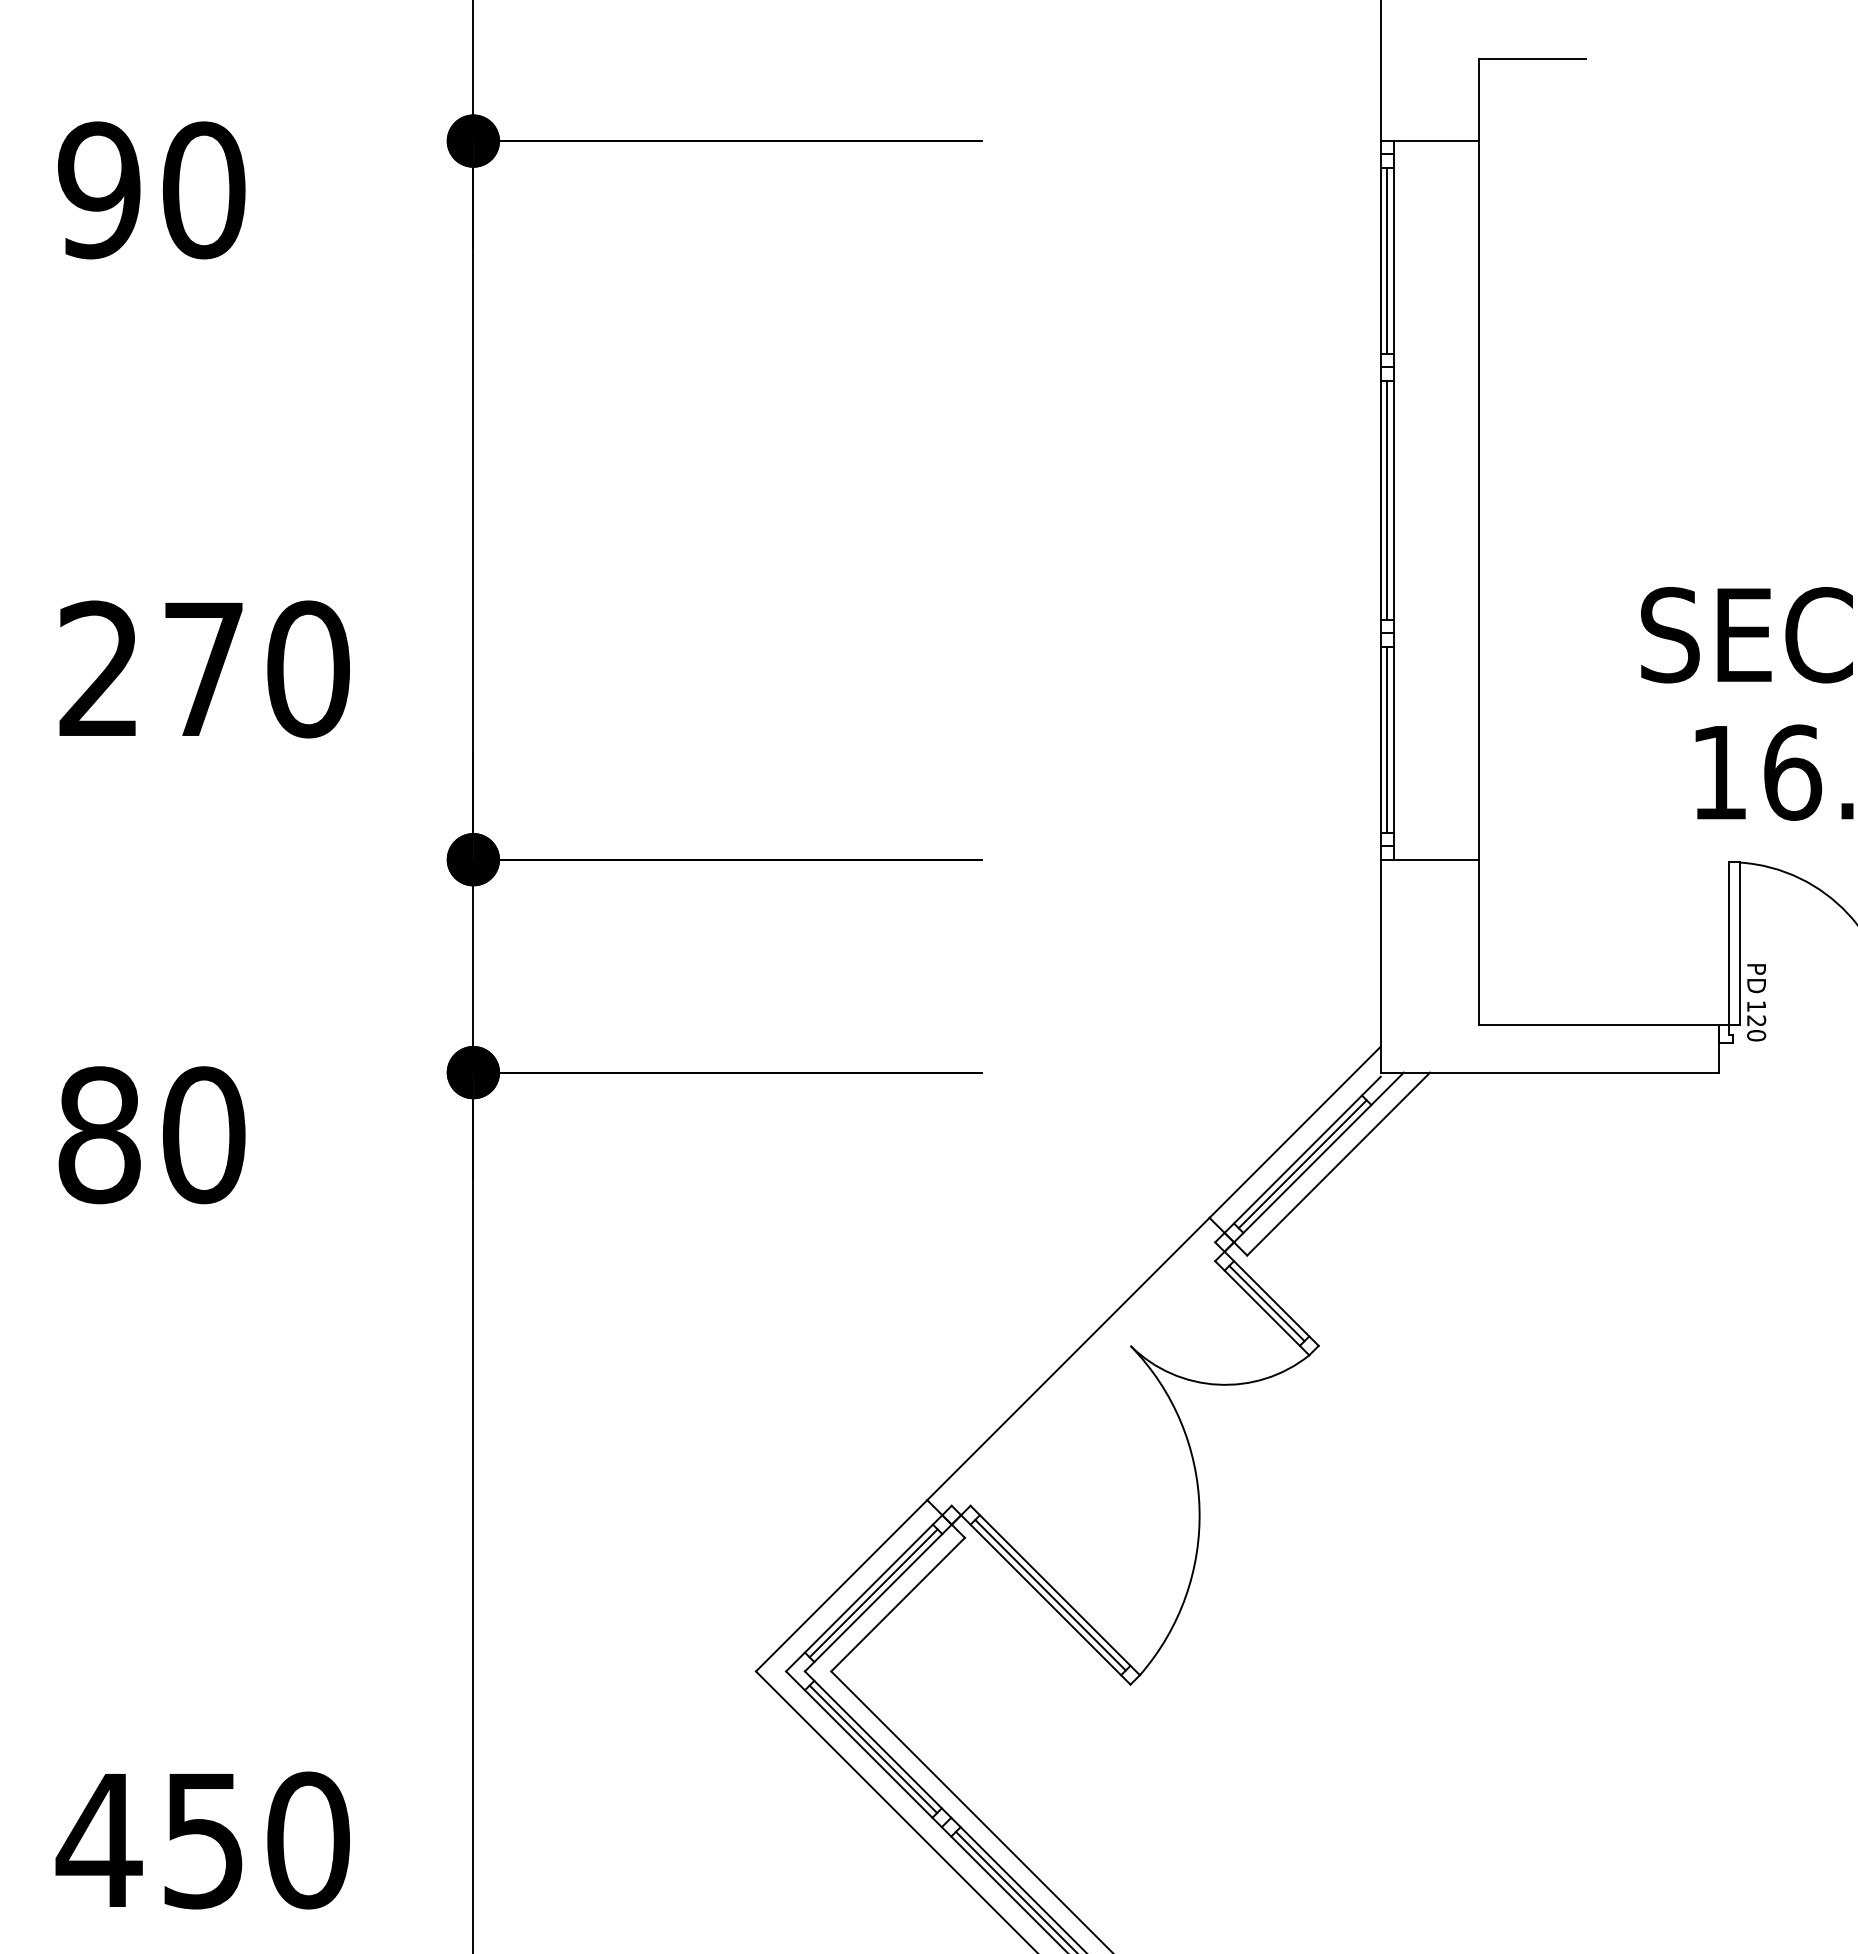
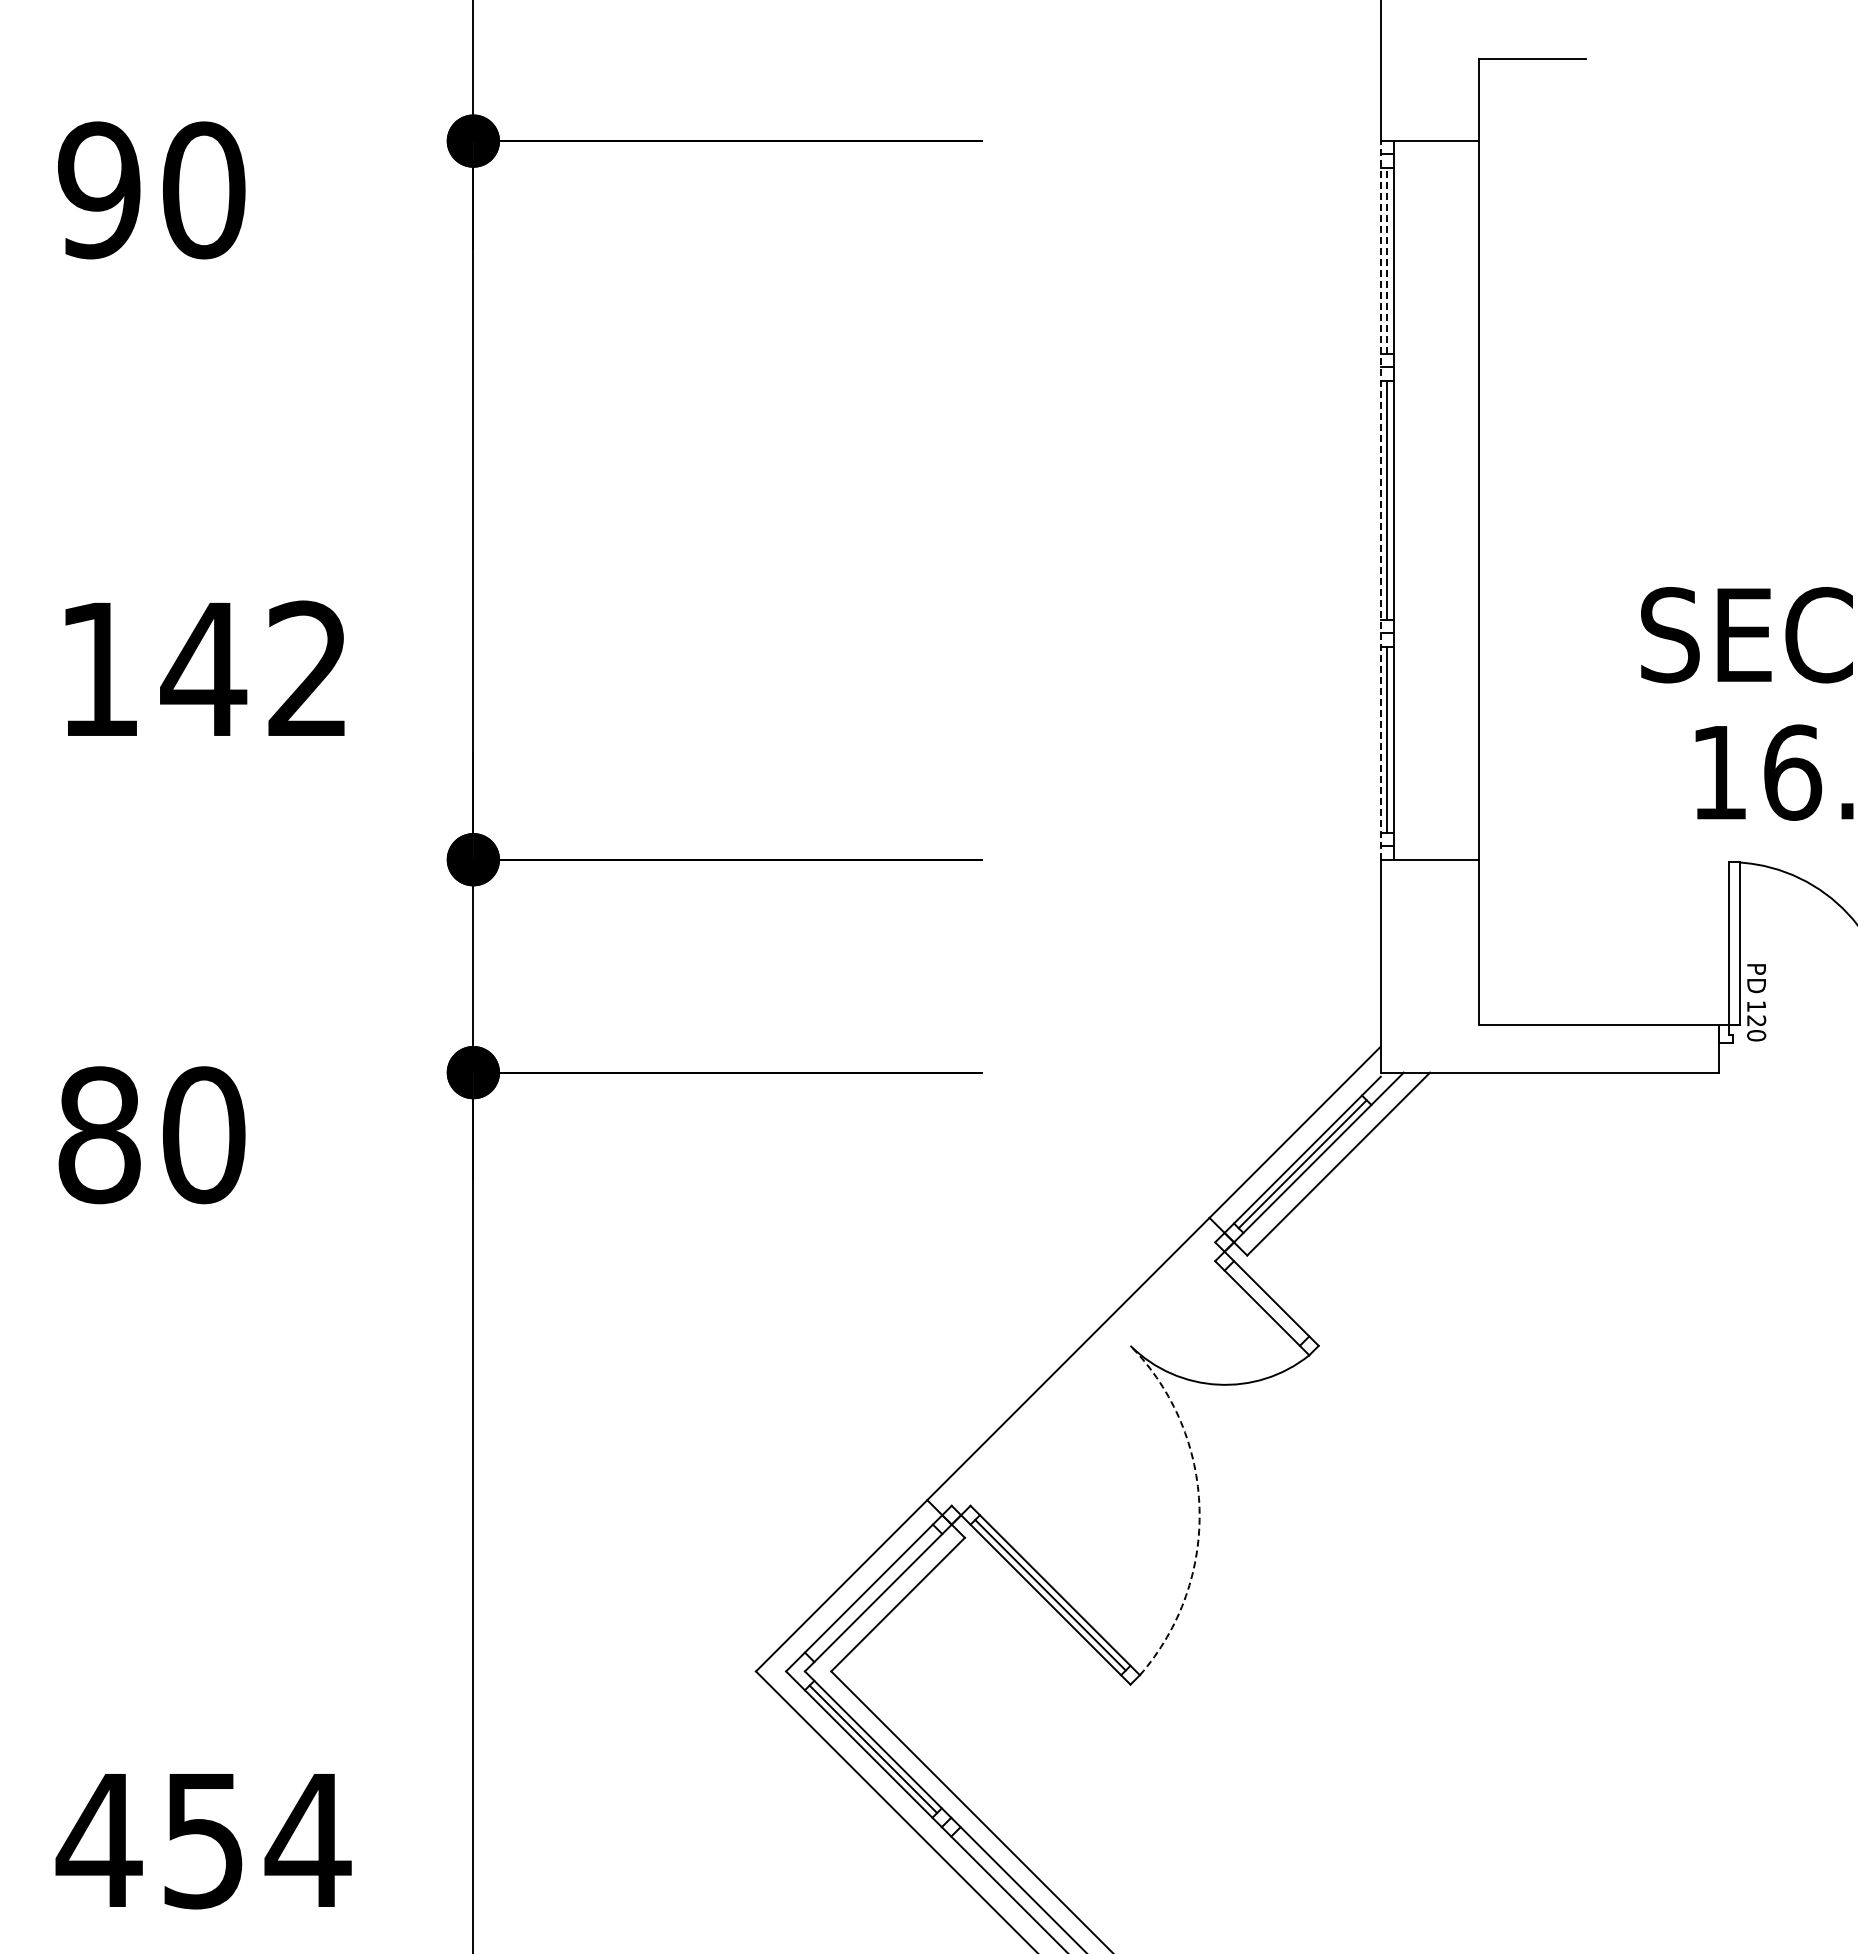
line at (1387, 260): solid -> dashed
line at (1380, 499): solid -> dashed
text at (204, 669): 270 -> 142
line at (1266, 1303): present -> none
arc at (1199, 1508): solid -> dashed
line at (873, 1593): present -> none
text at (307, 1840): 450 -> 454
line at (1014, 1890): present -> none
